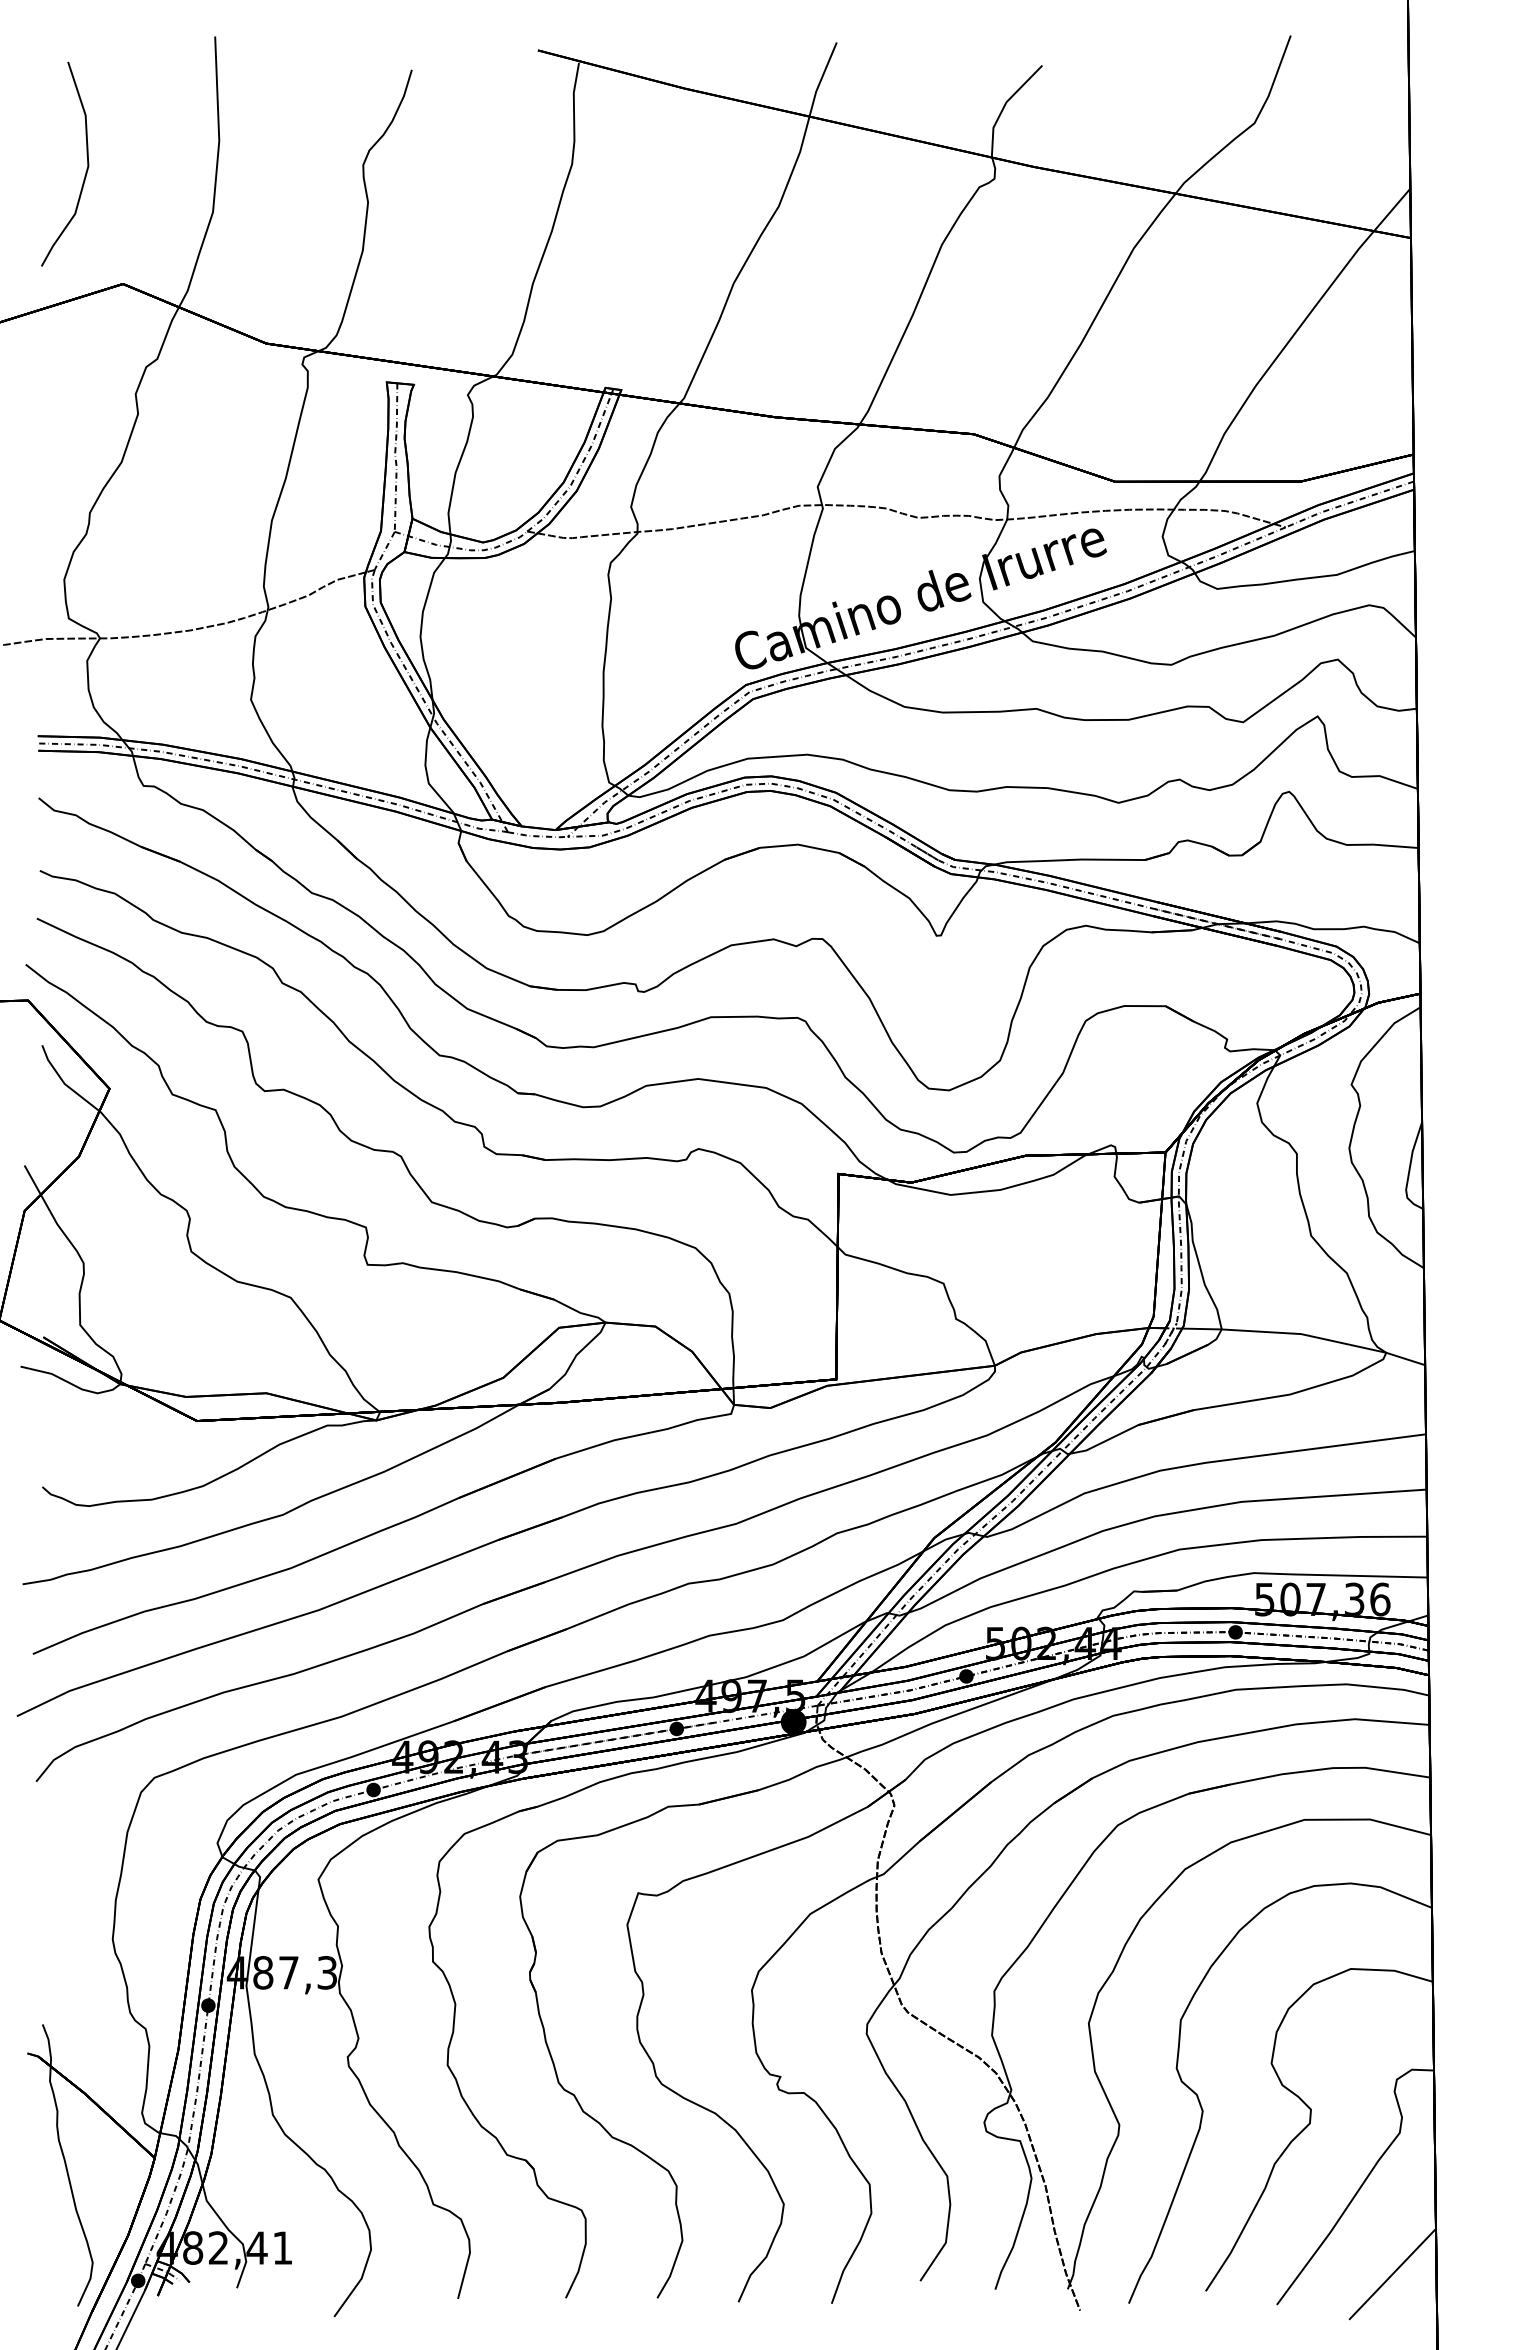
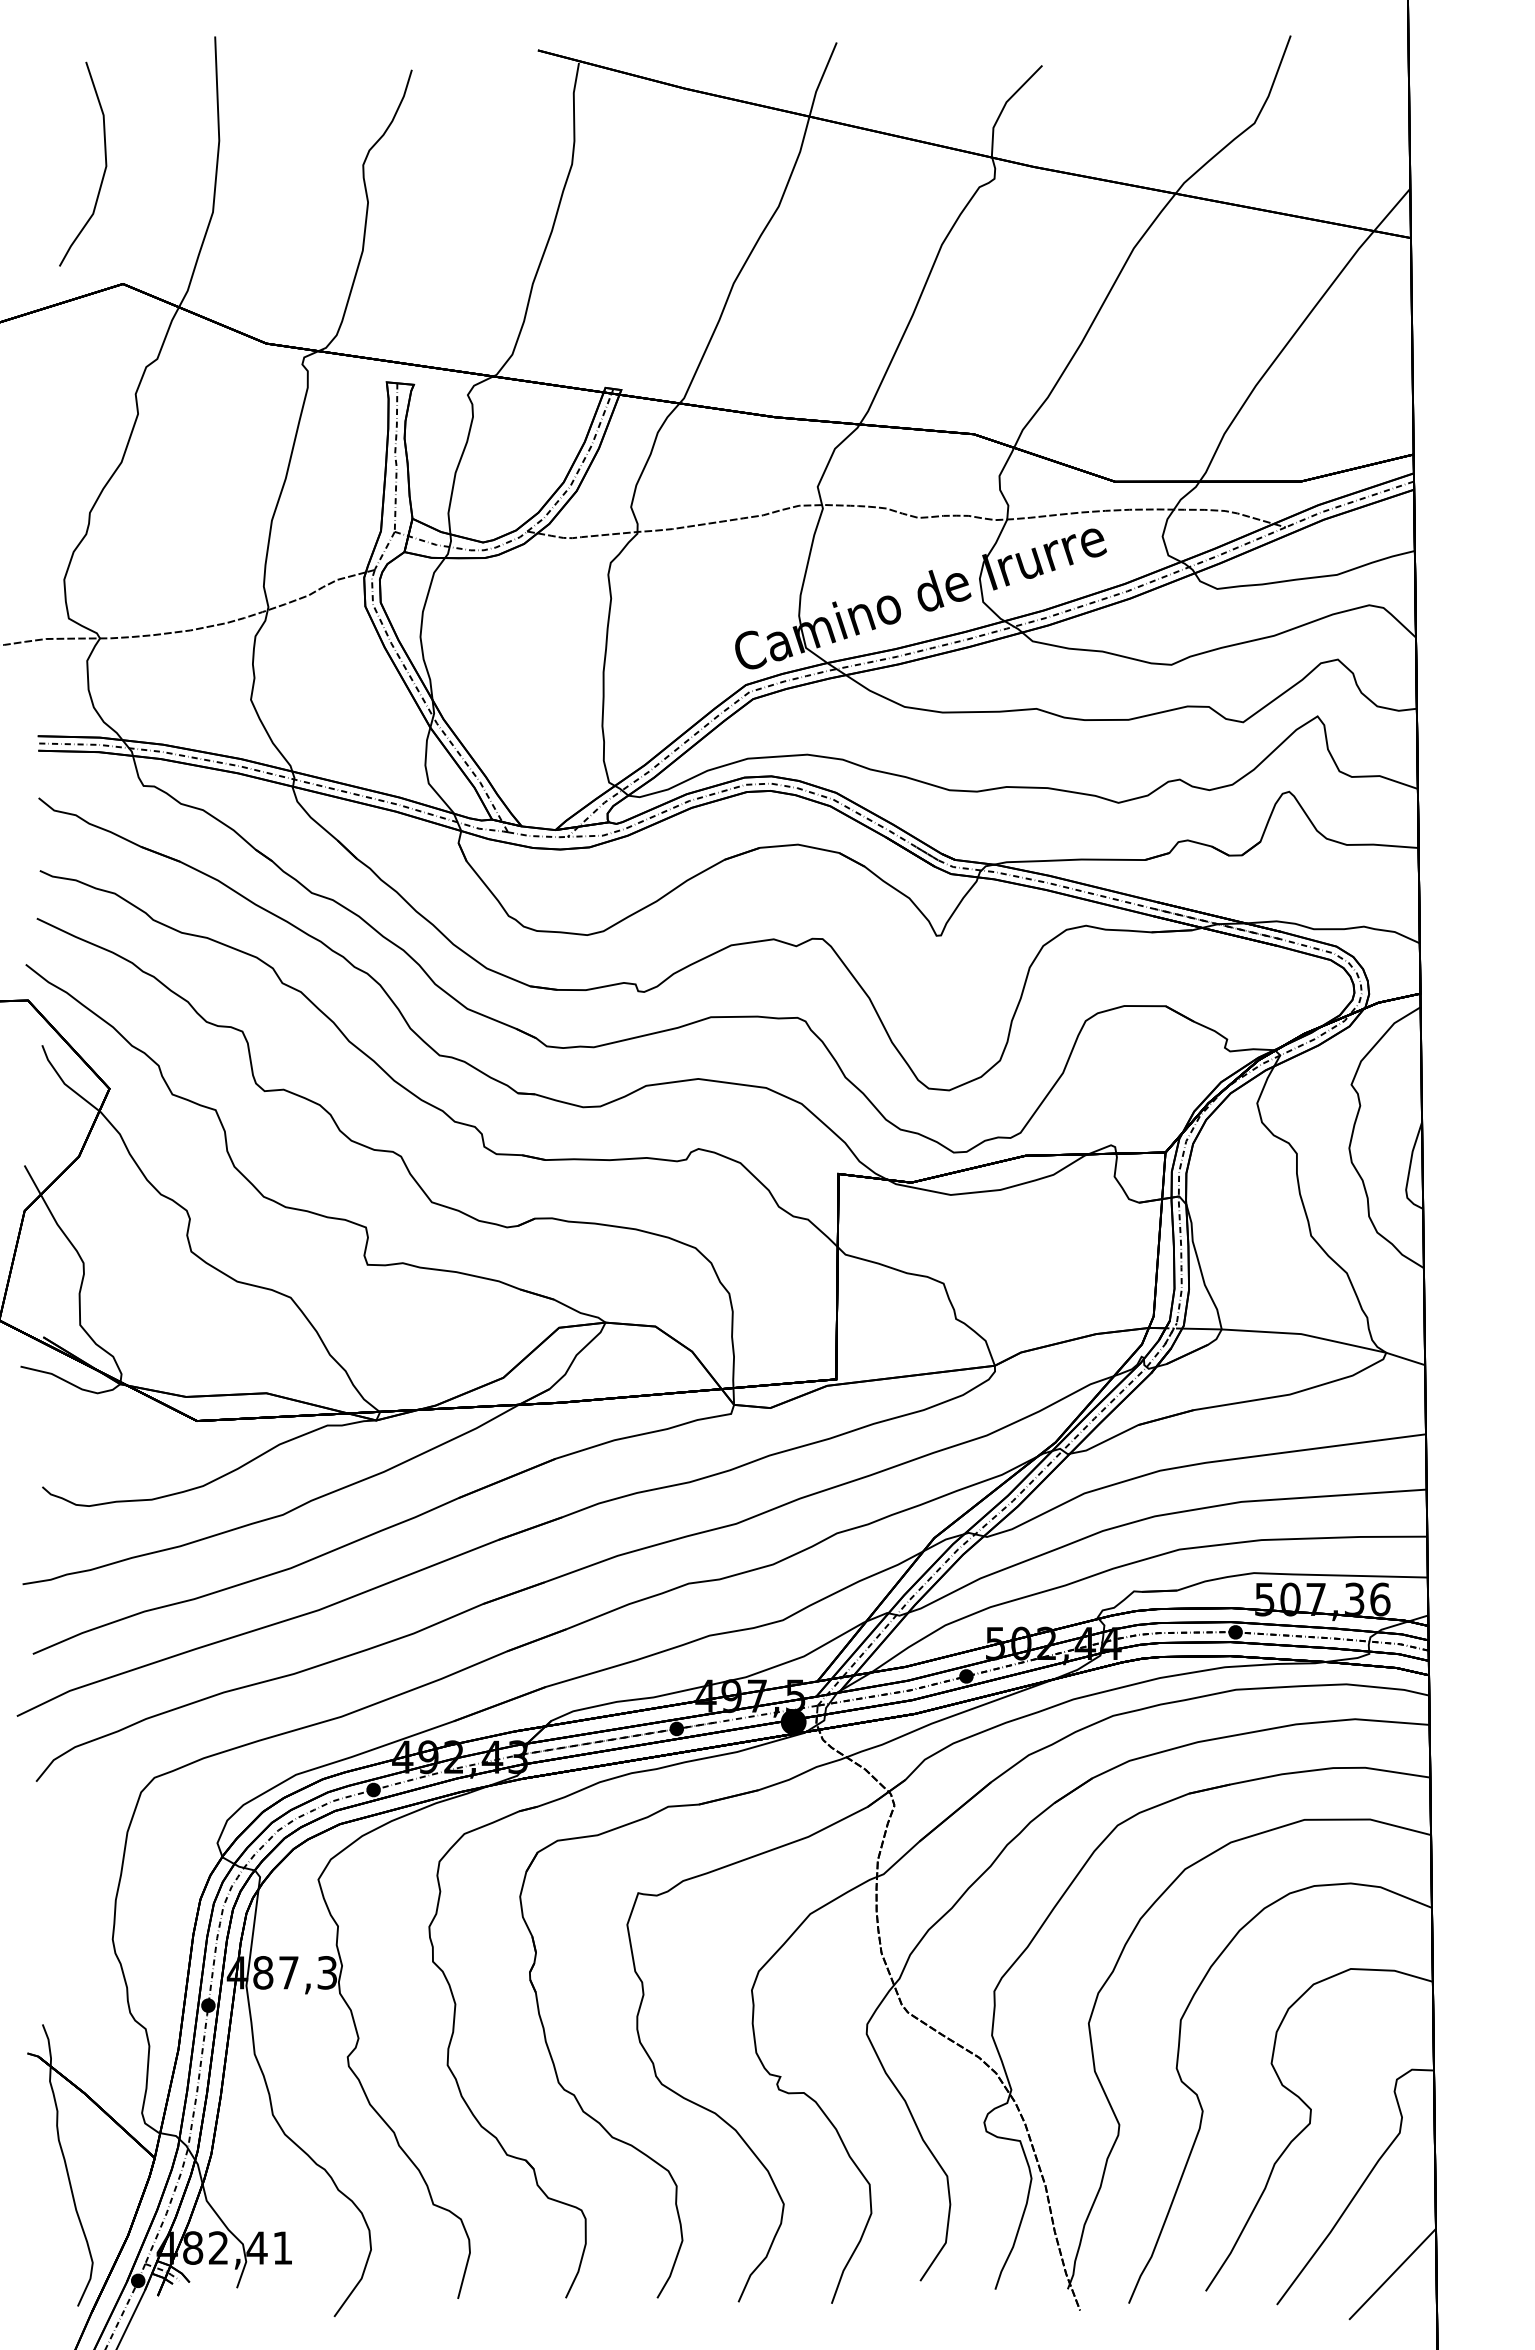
curve at (86, 168) position: (86, 168) -> (104, 168)
